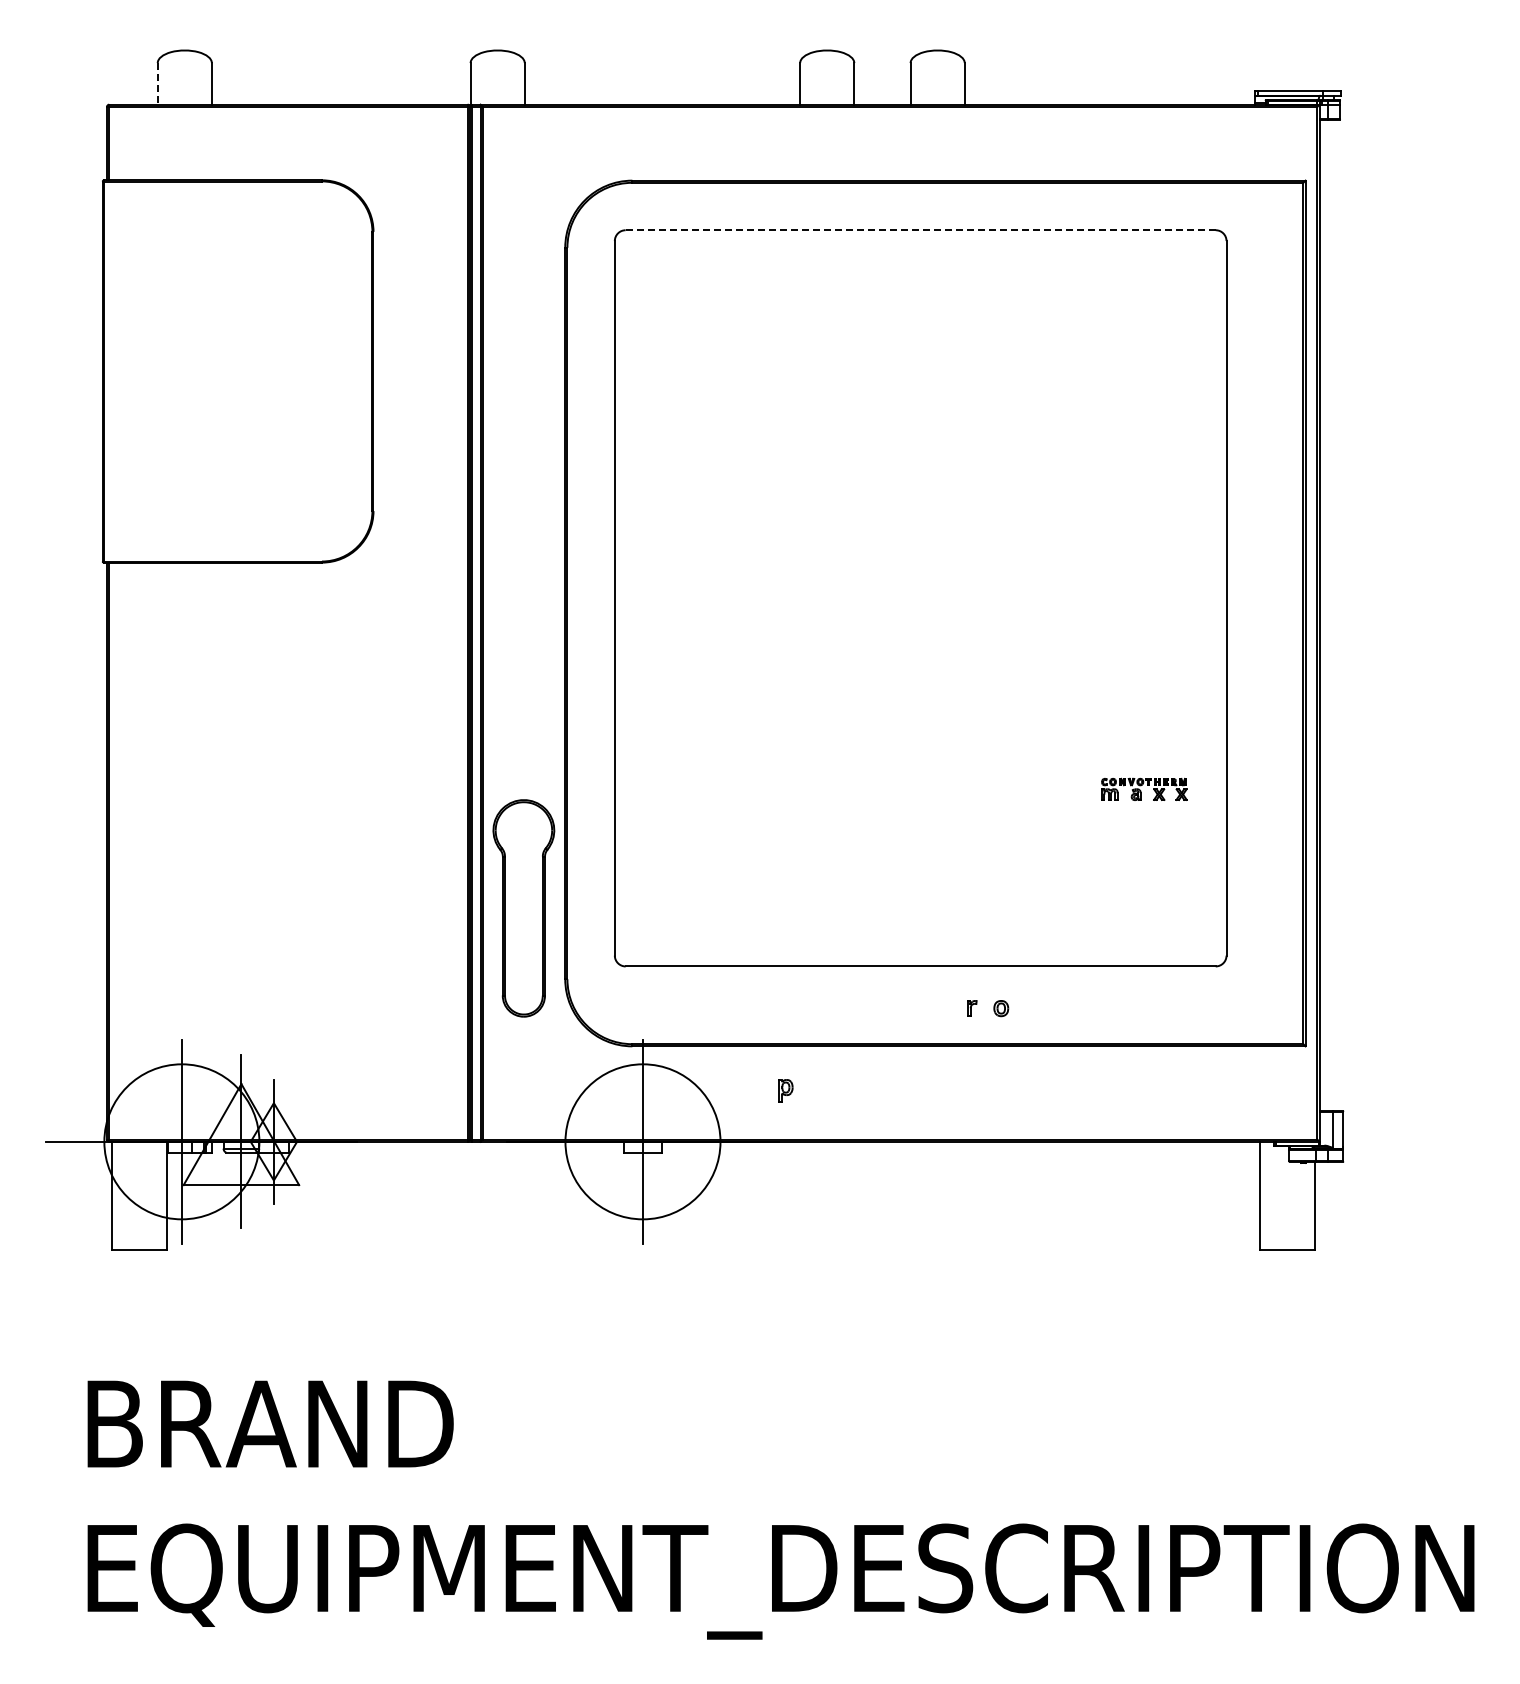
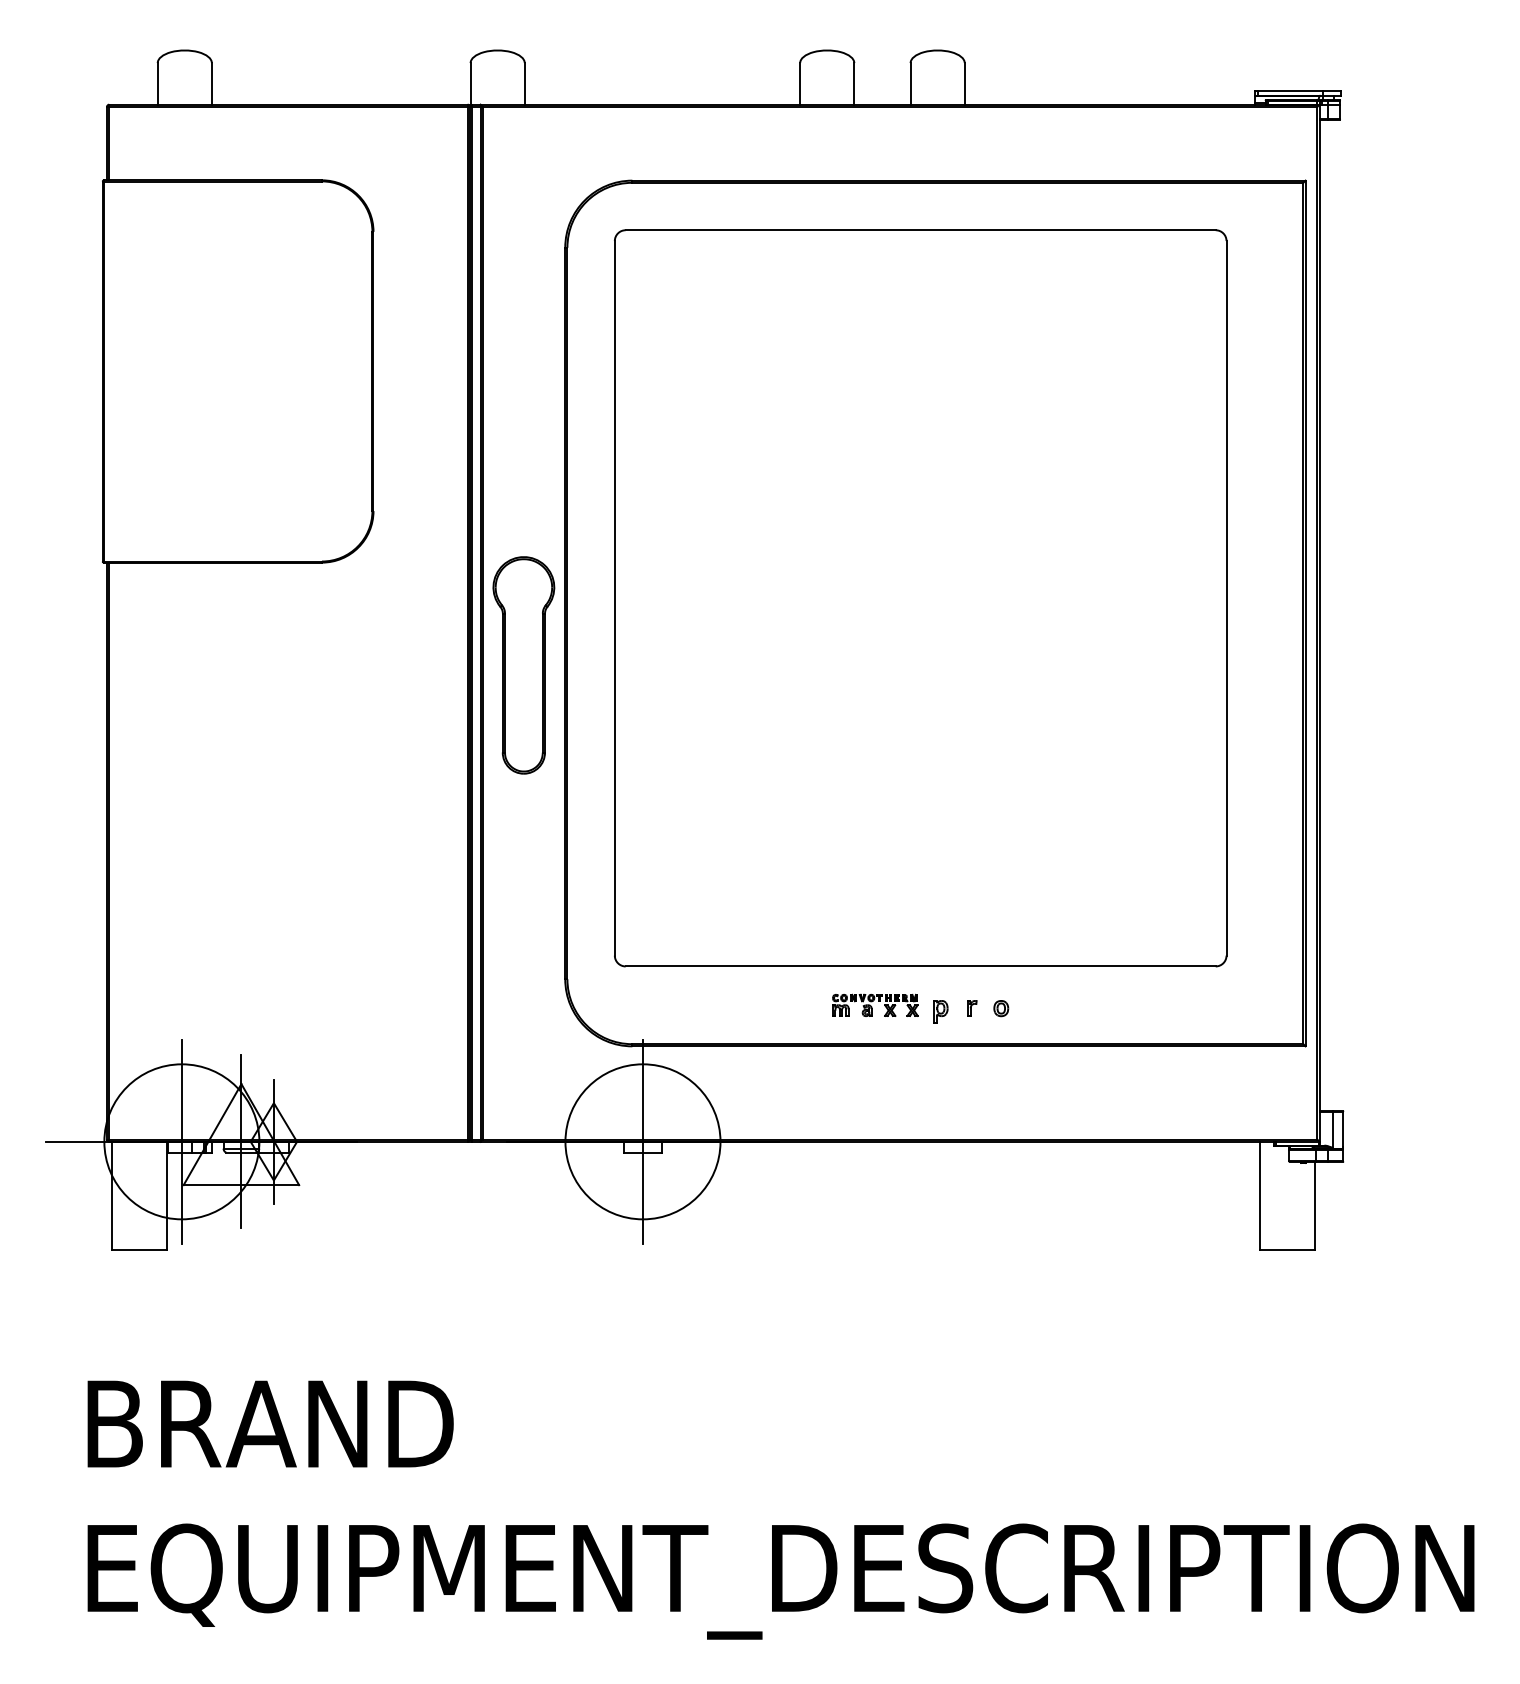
line at (157, 83): dashed -> solid
line at (920, 230): dashed -> solid
part at (1144, 788) position: (1144, 788) -> (875, 1004)
part at (523, 908) position: (523, 908) -> (523, 665)
part at (785, 1090) position: (785, 1090) -> (940, 1011)
